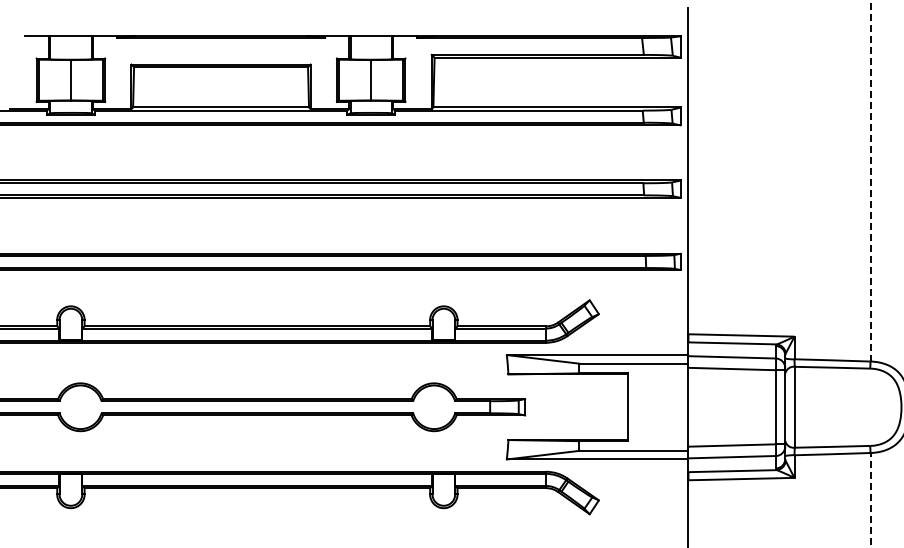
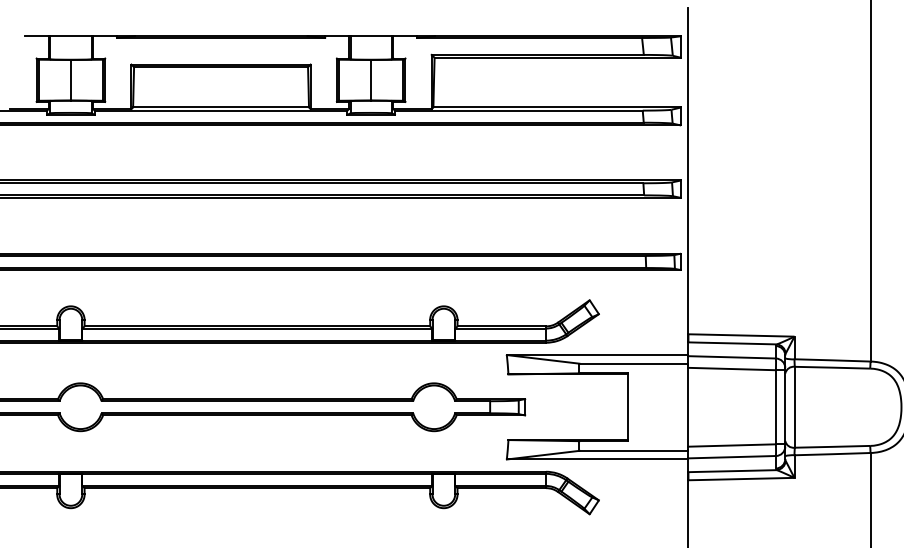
line at (870, 180): dashed -> solid
line at (870, 499): dashed -> solid
